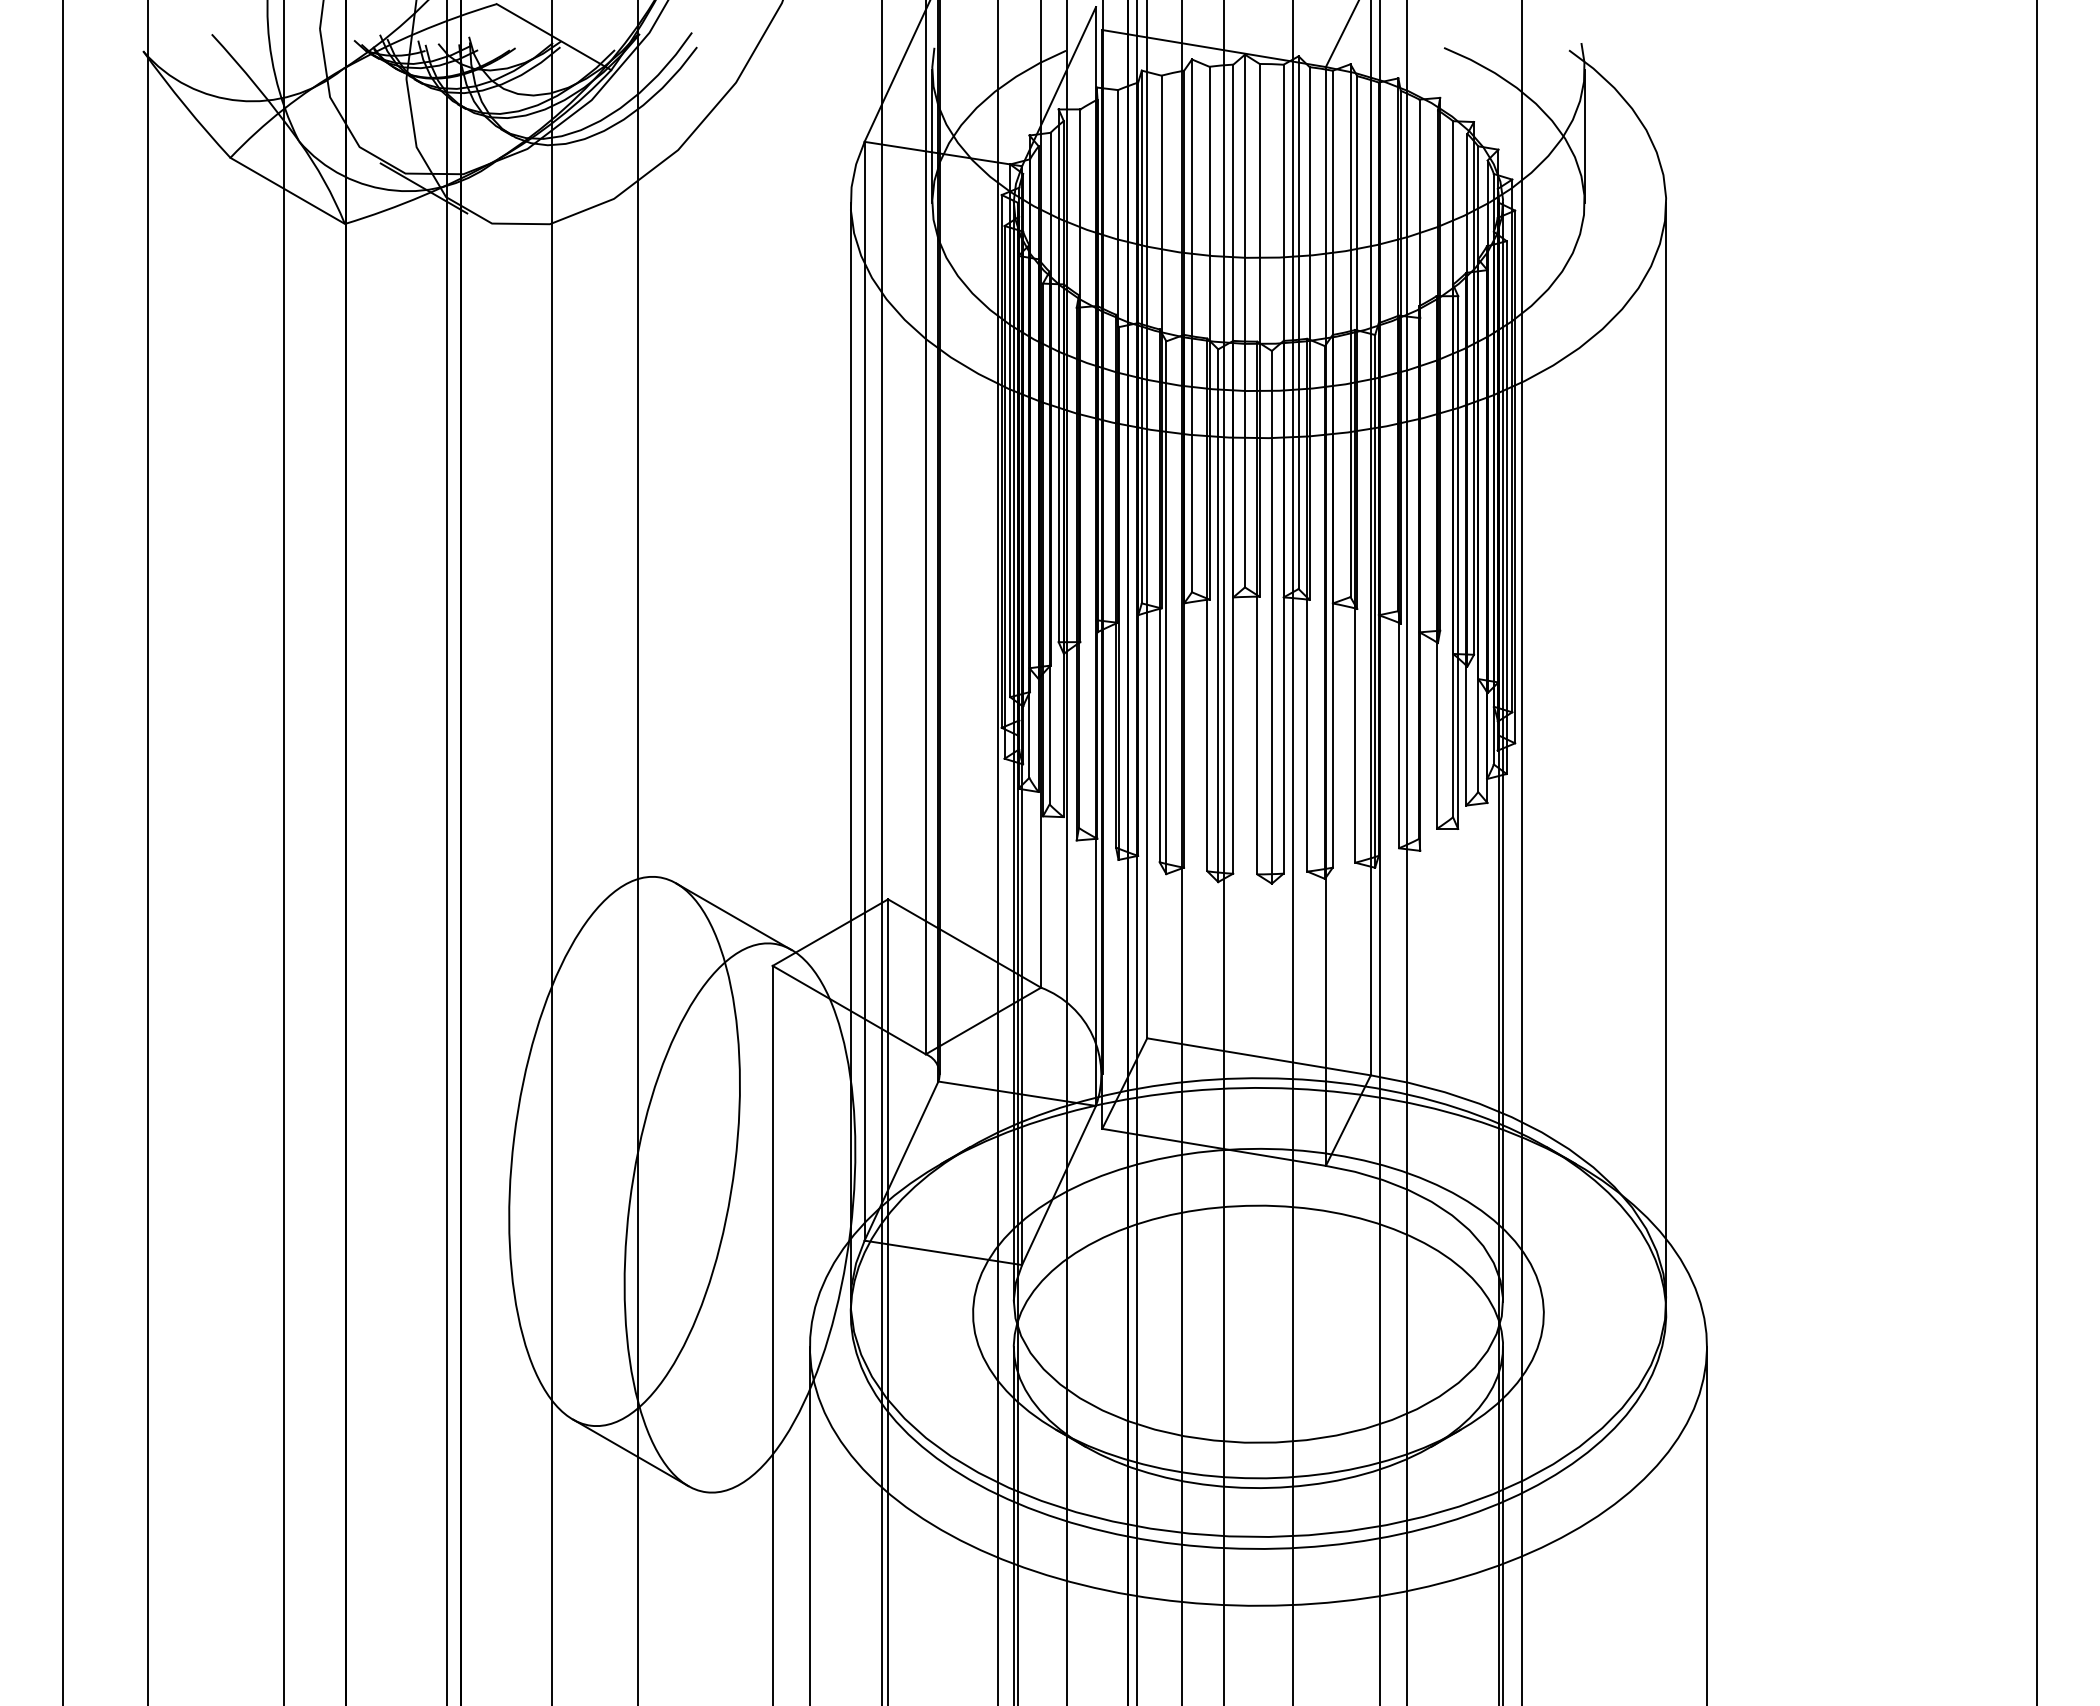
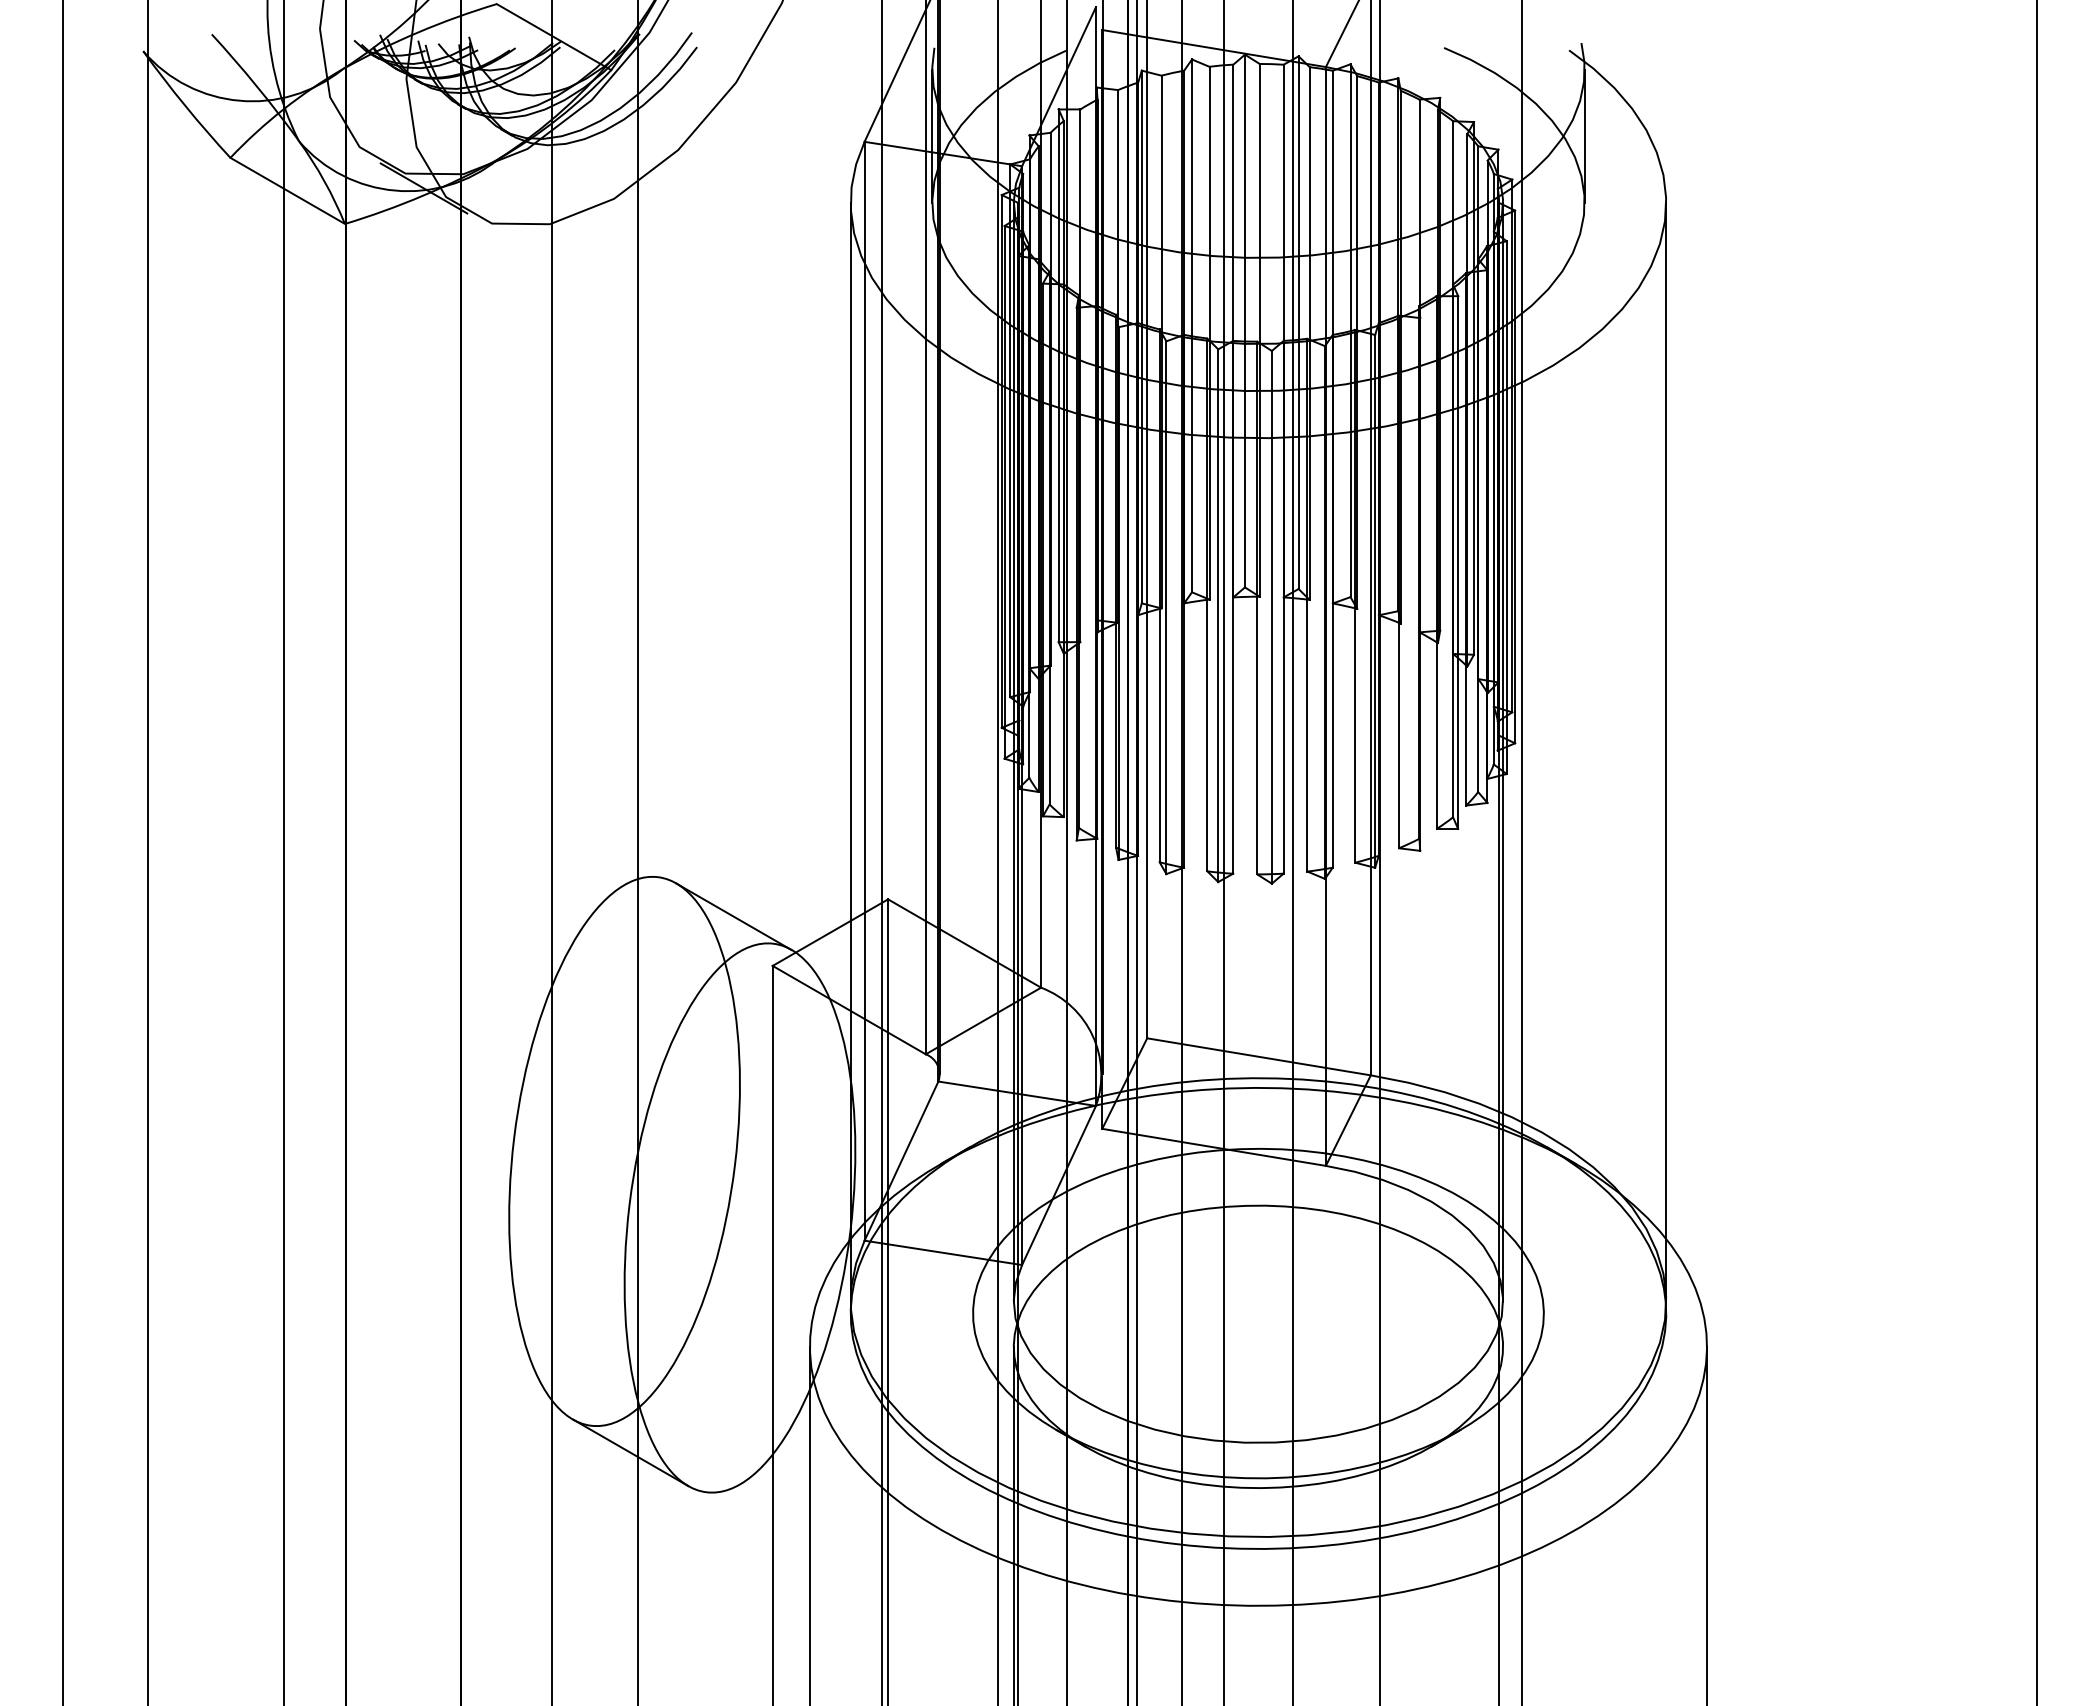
line at (446, 852): present -> none
line at (1407, 852): present -> none
line at (1503, 1524): present -> none
